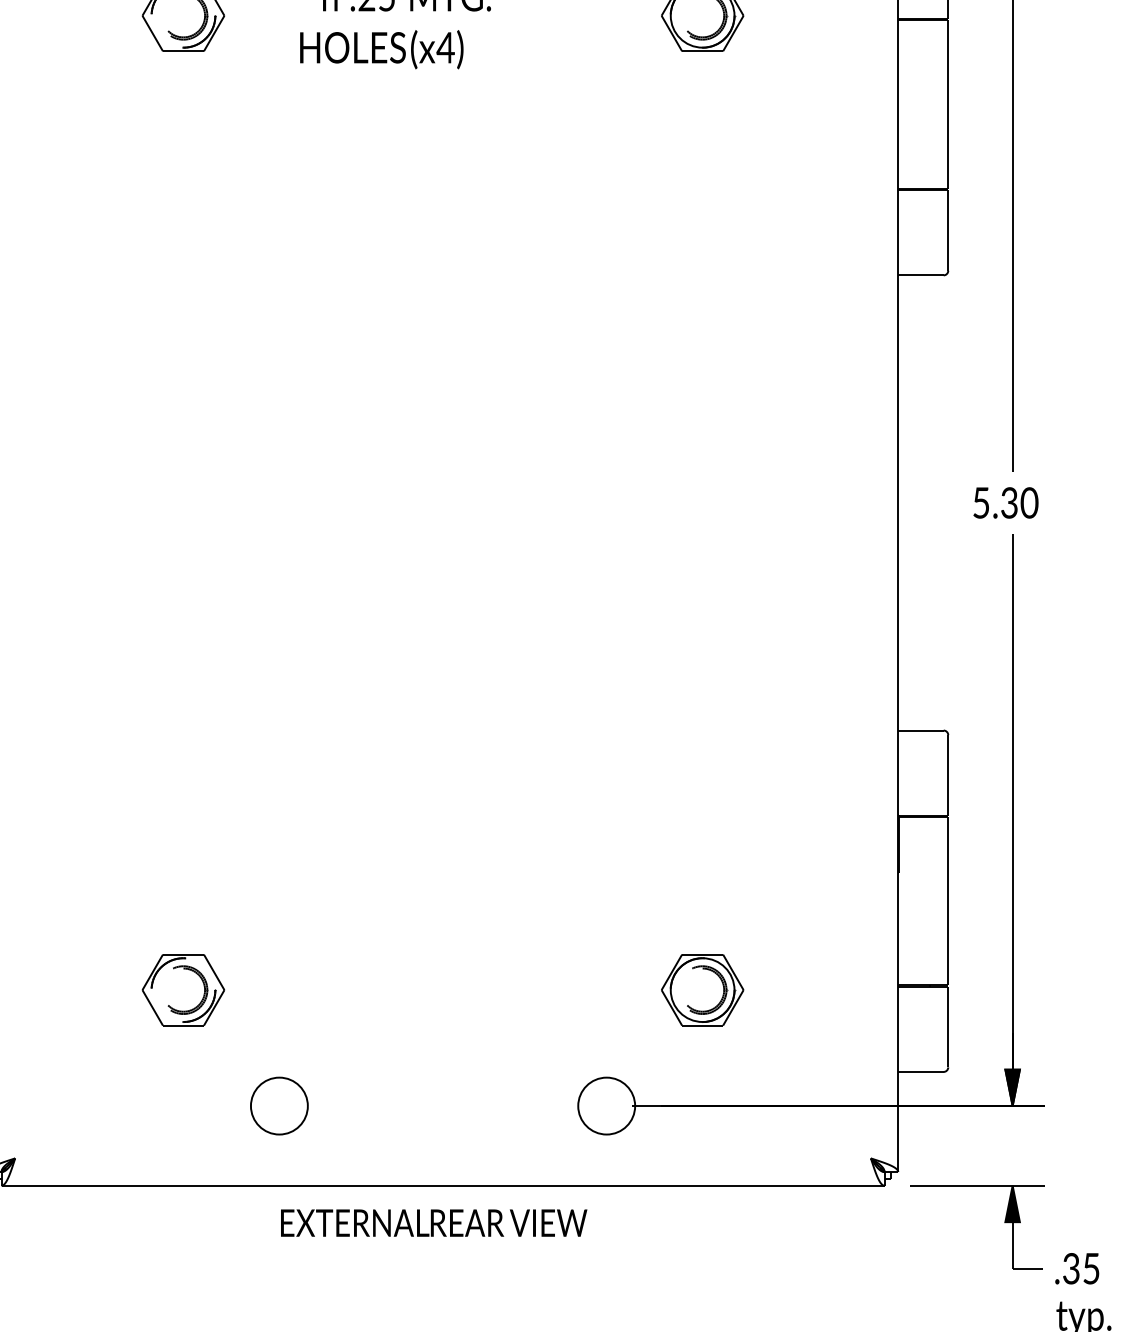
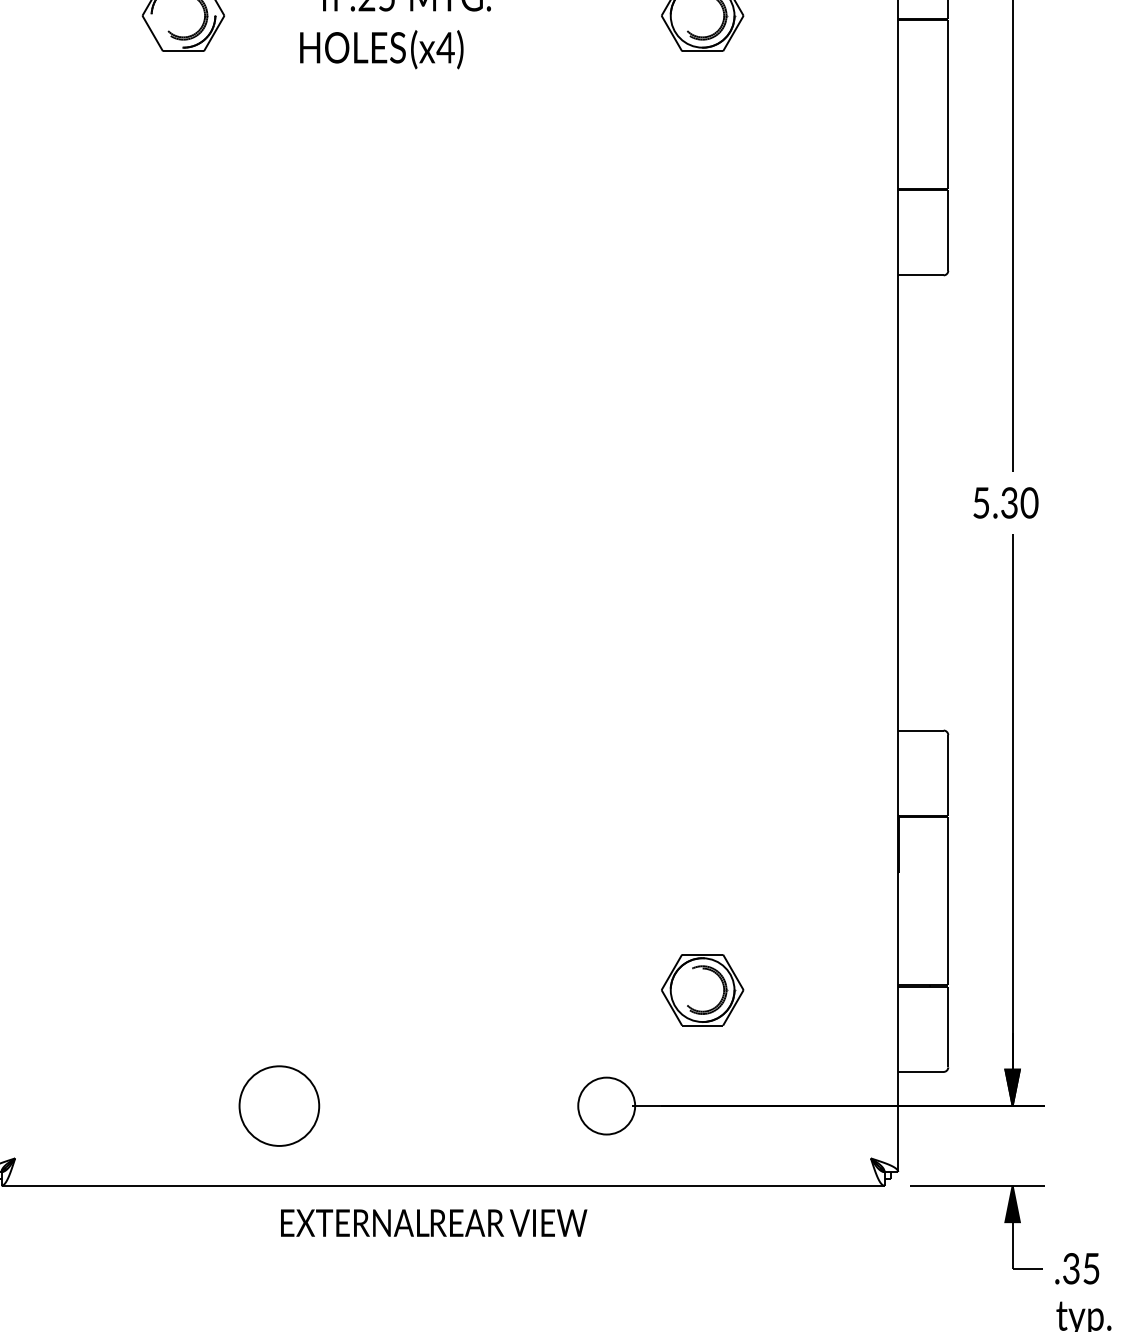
part at (182, 990): present -> none
part at (279, 1105) size: 59x60 px -> 83x82 px
